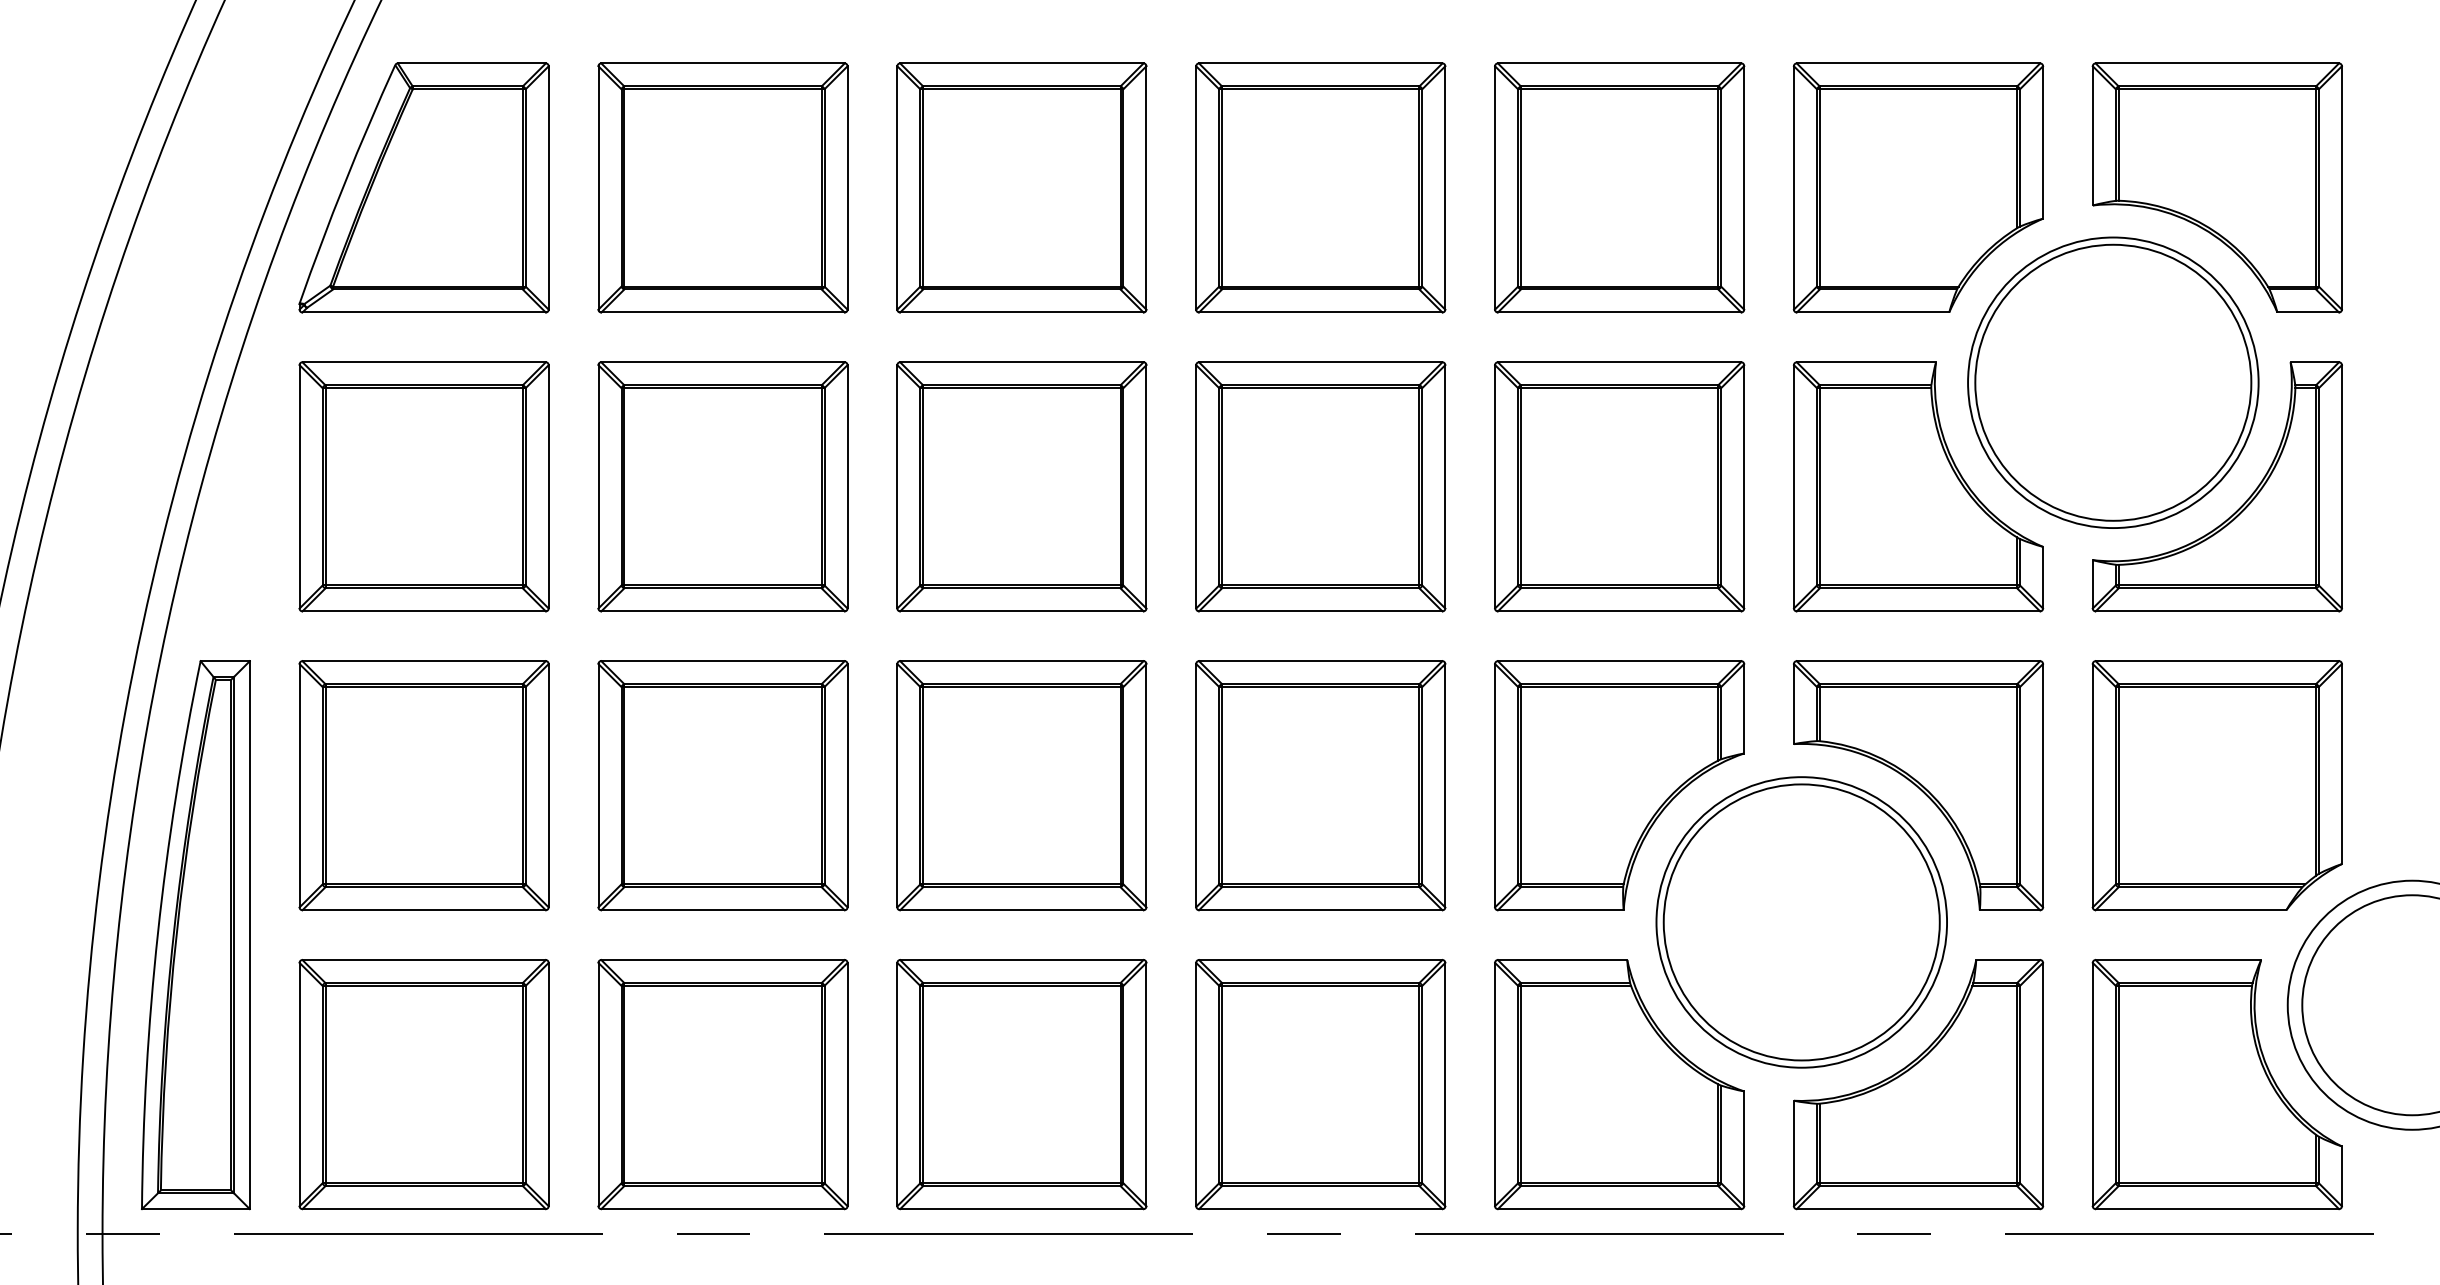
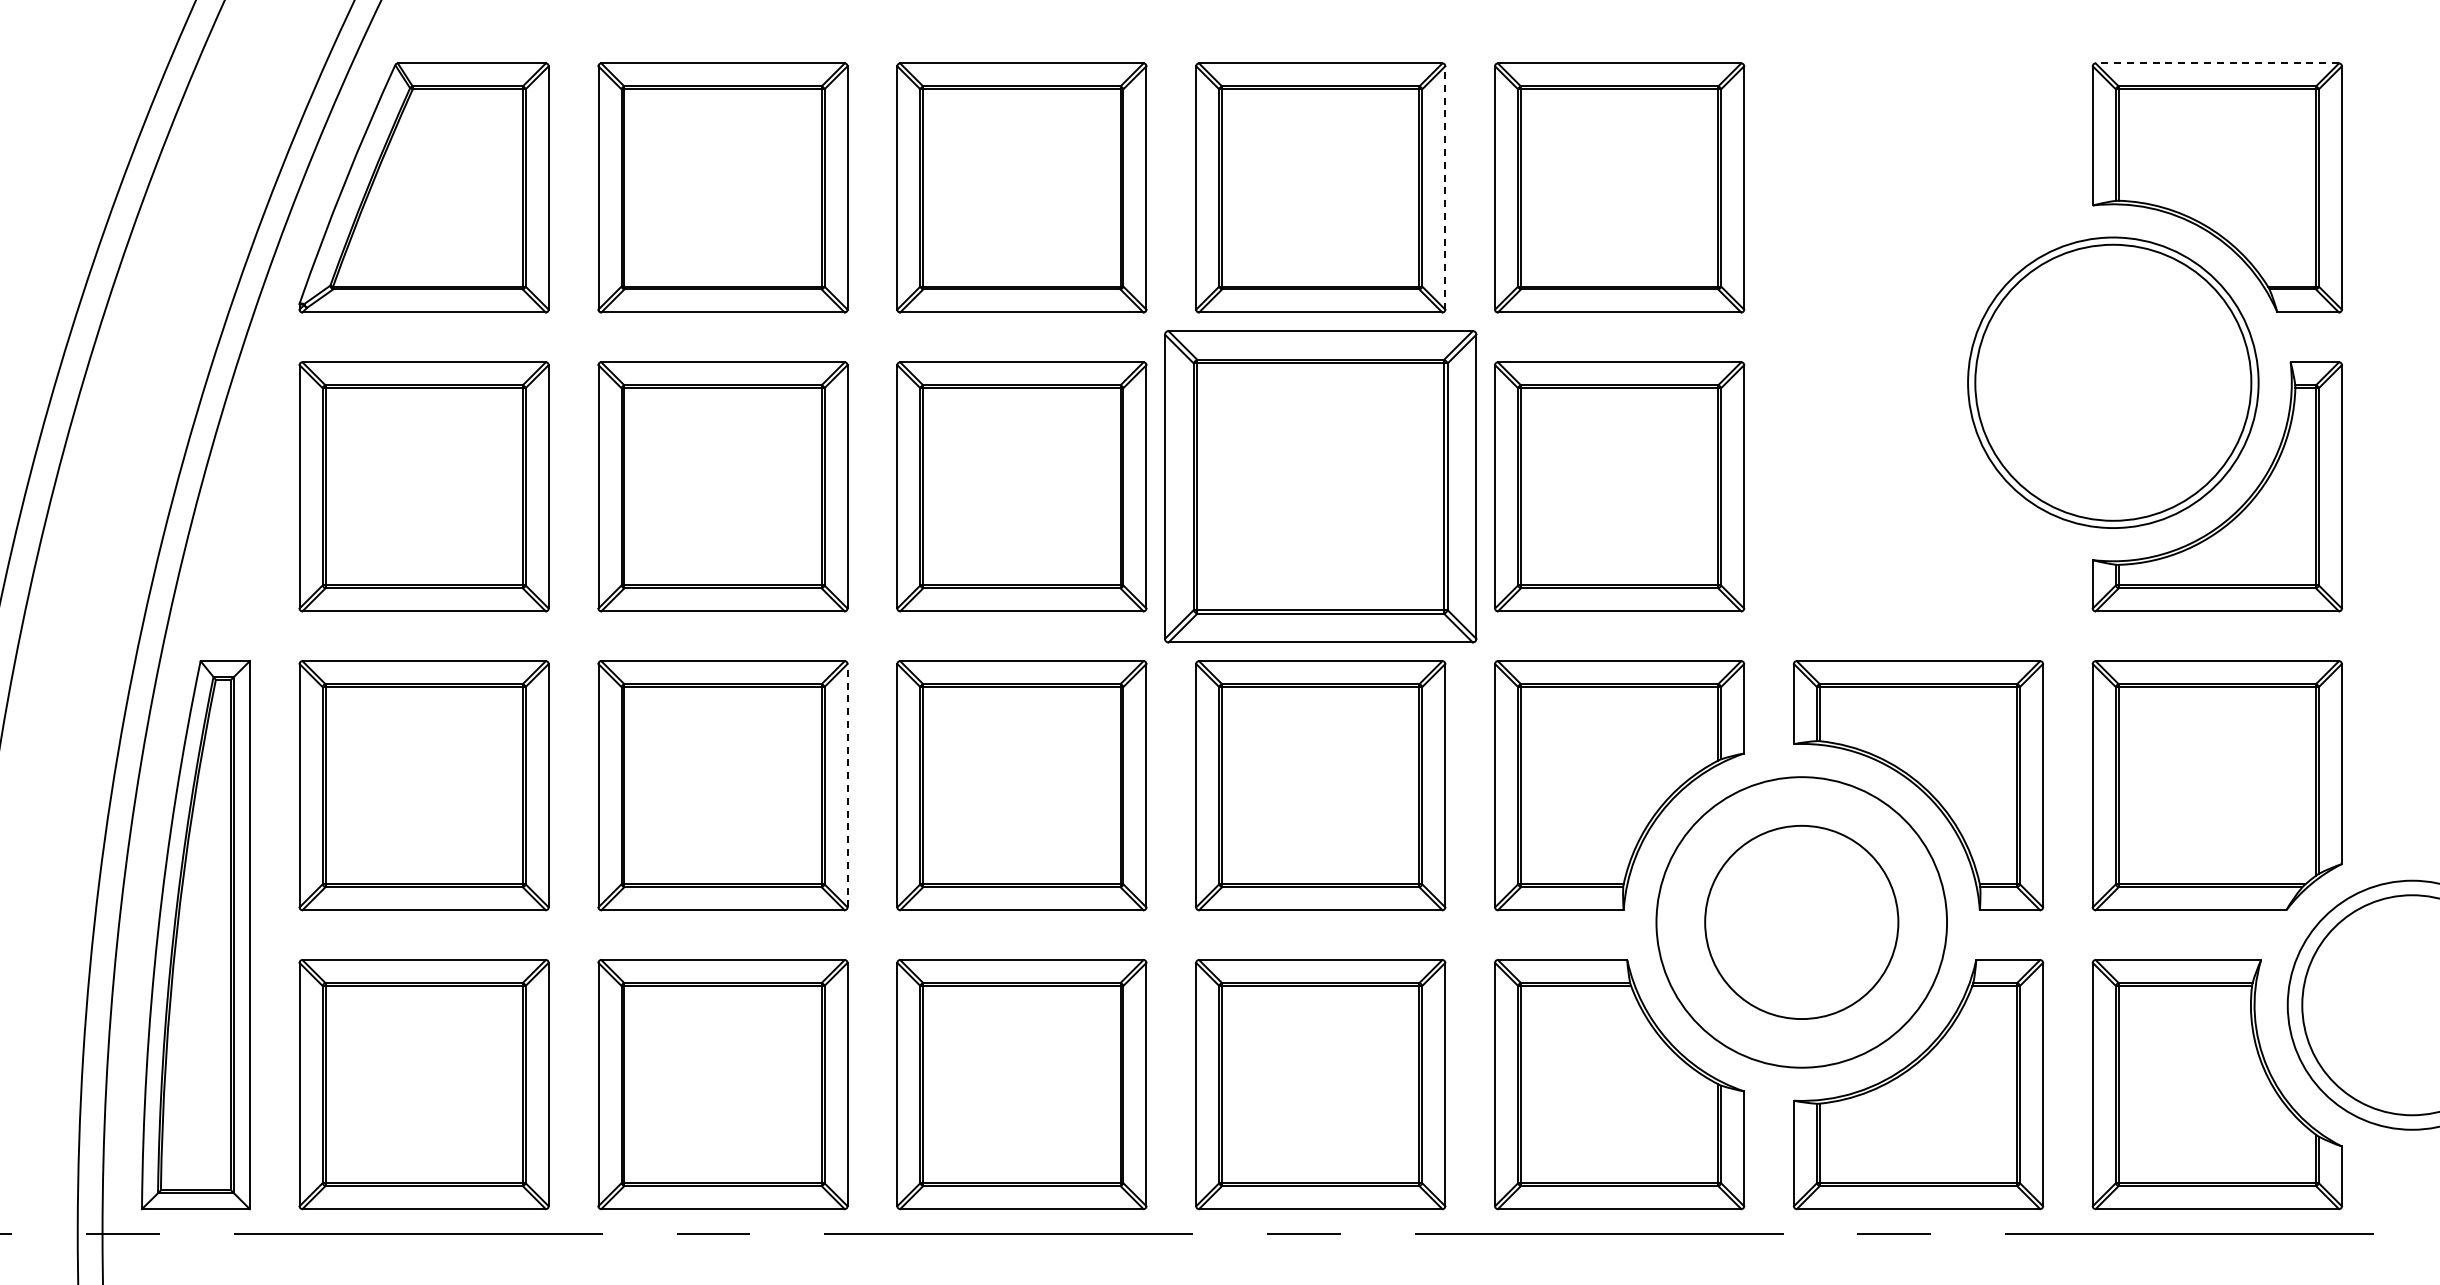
line at (2217, 63): solid -> dashed
line at (1445, 187): solid -> dashed
part at (1918, 187): present -> none
part at (1320, 486) size: 252x252 px -> 314x314 px
part at (1918, 486): present -> none
line at (847, 785): solid -> dashed
circle at (1801, 922) diameter: 276 px -> 193 px
